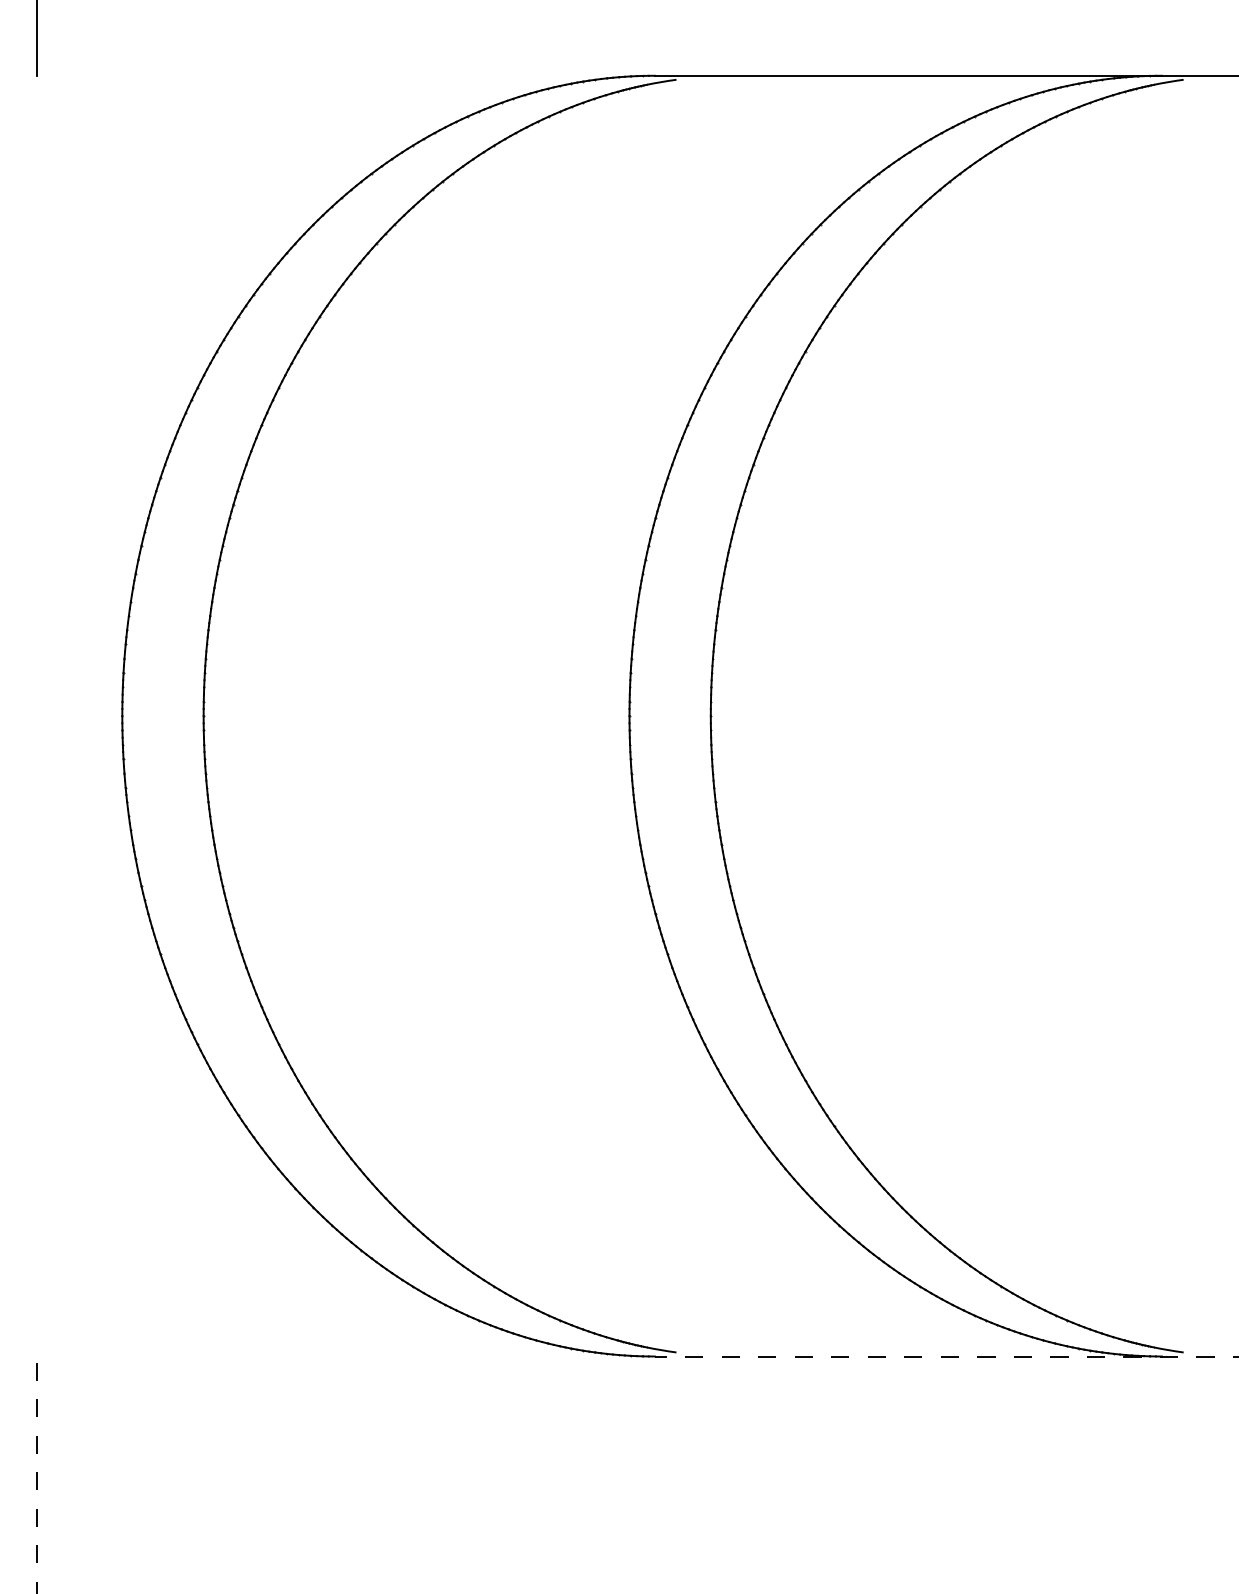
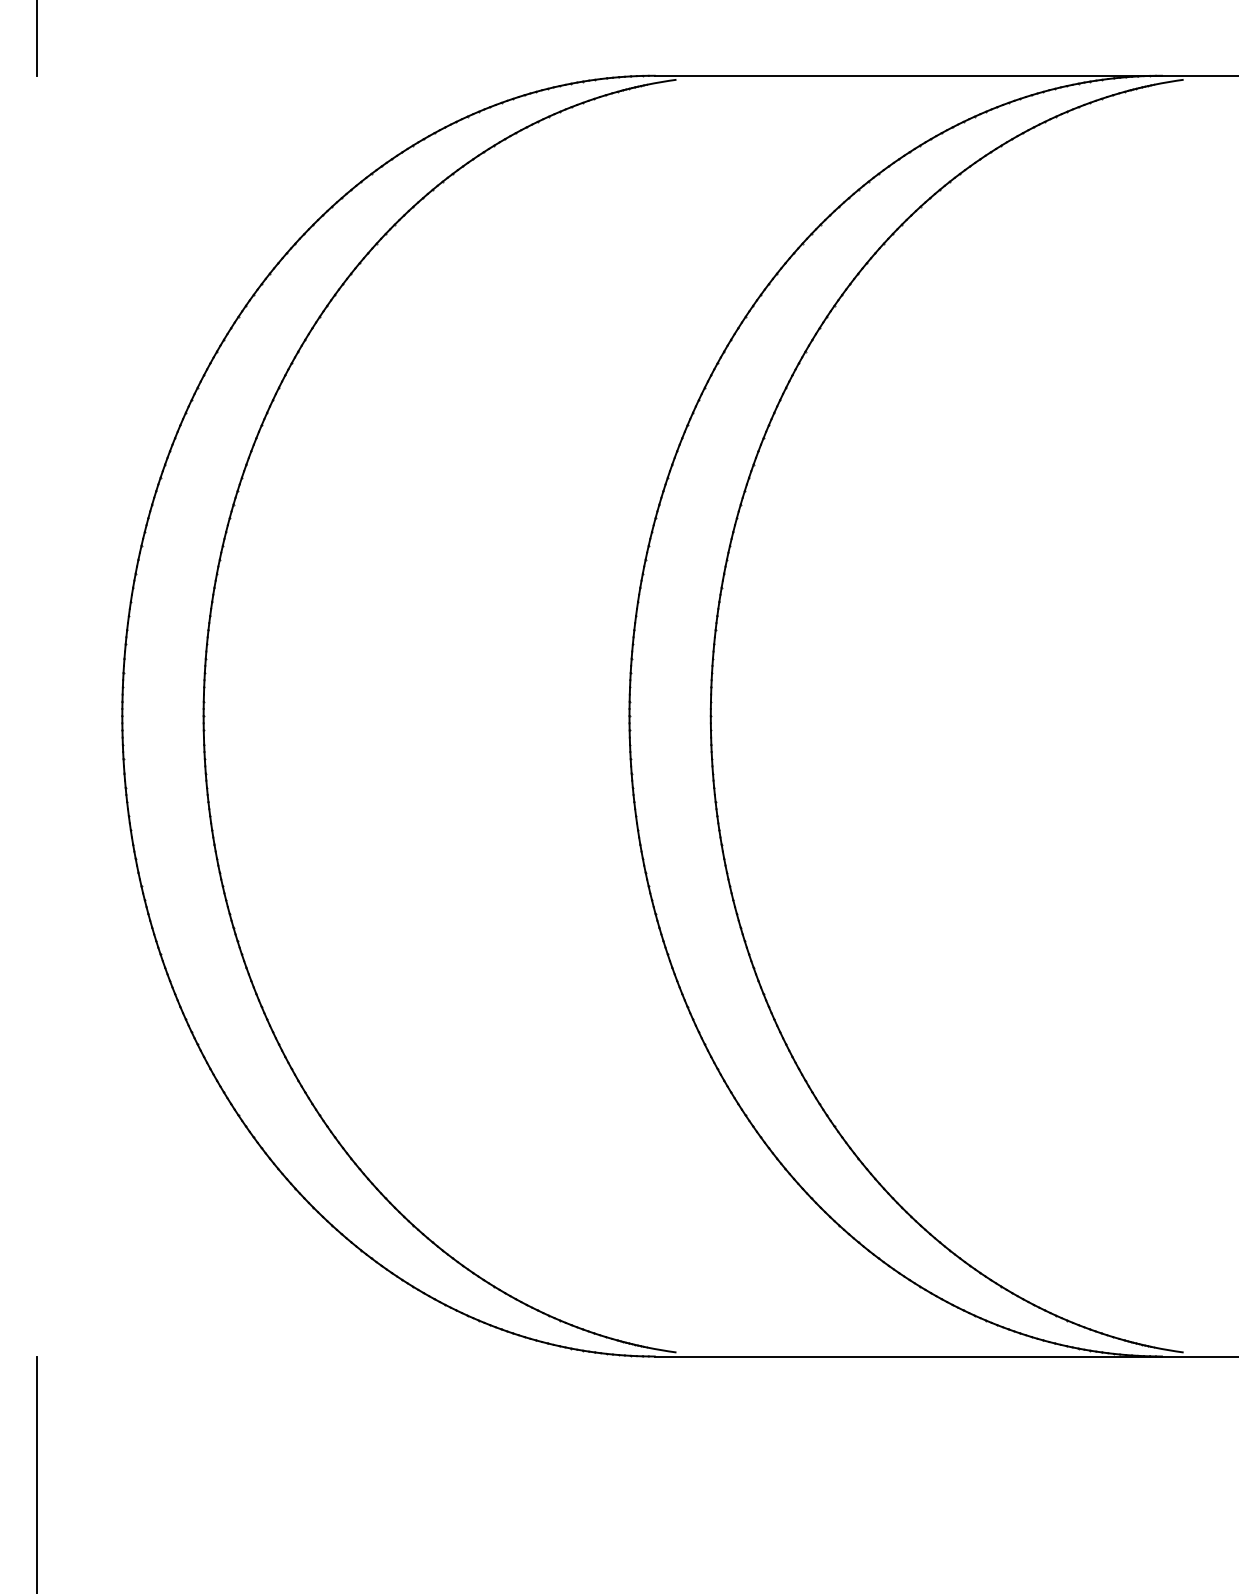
line at (946, 1356): dashed -> solid
line at (36, 1474): dashed -> solid
